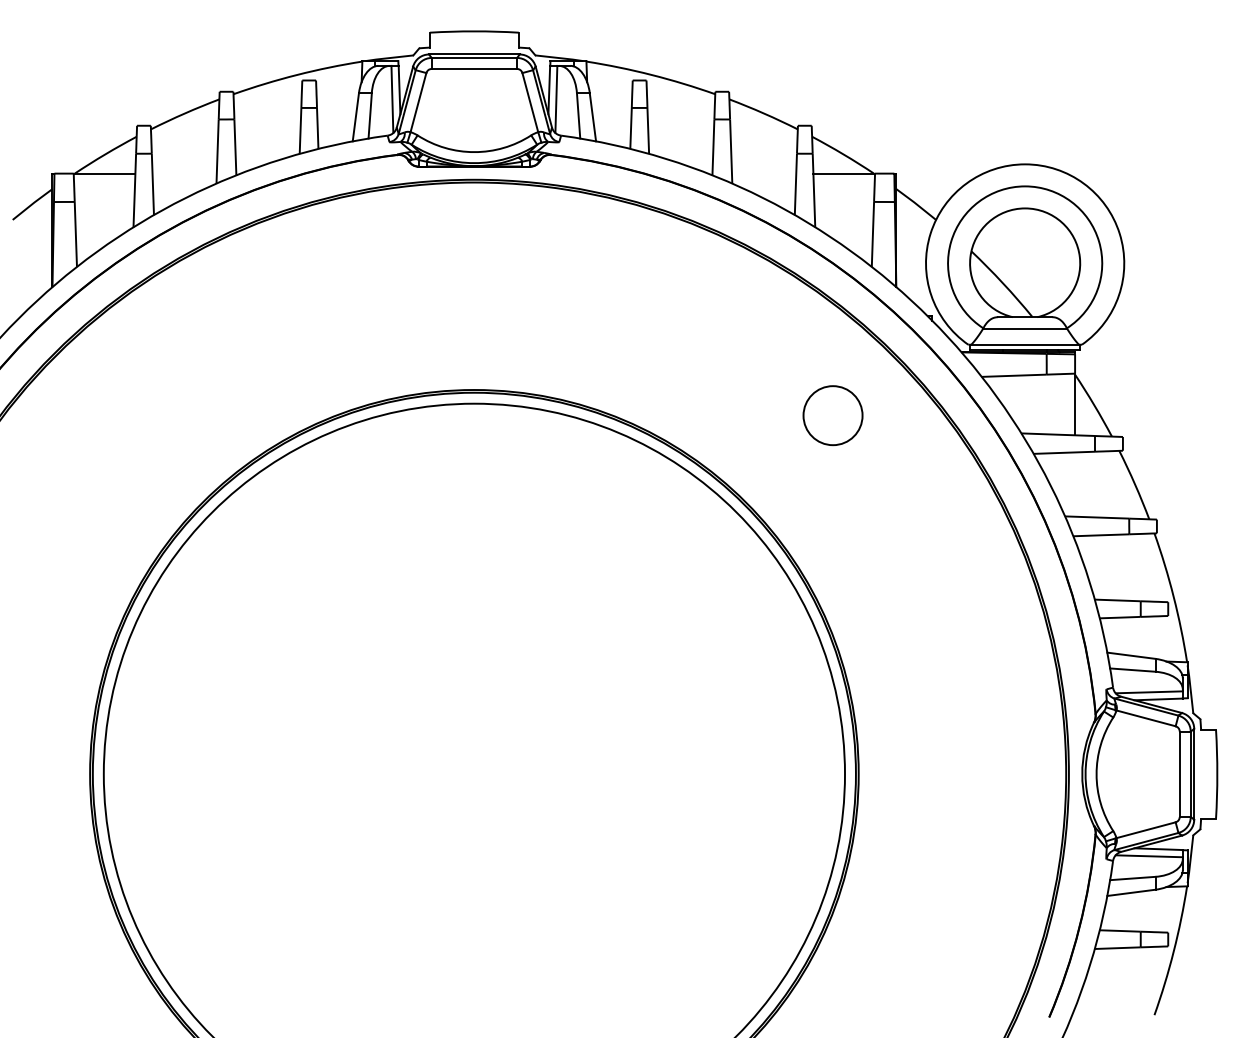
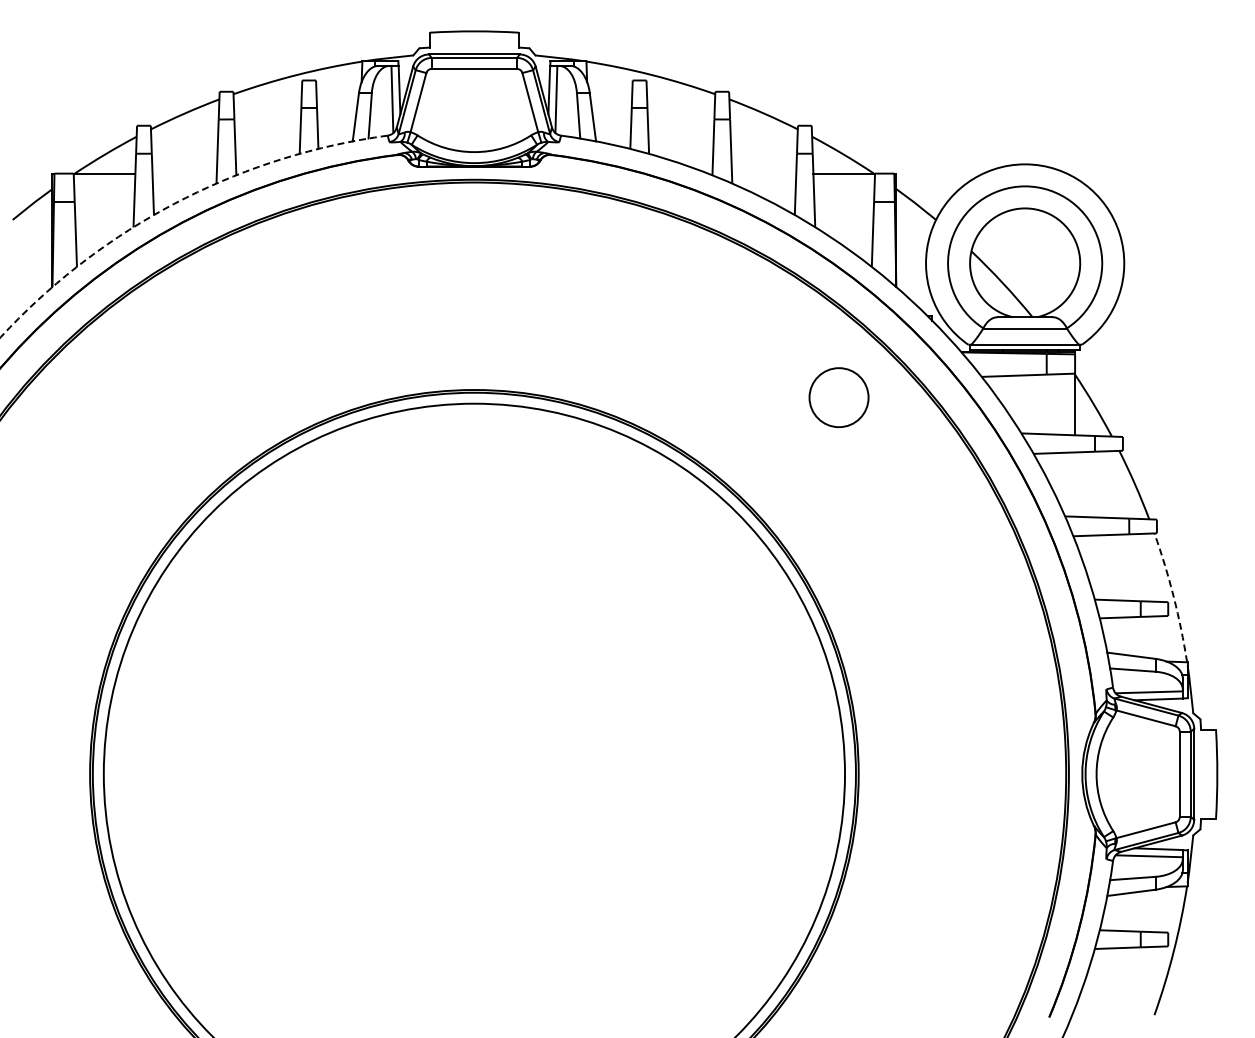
arc at (182, 199): solid -> dashed
circle at (832, 415) position: (832, 415) -> (838, 397)
arc at (1173, 597): solid -> dashed
